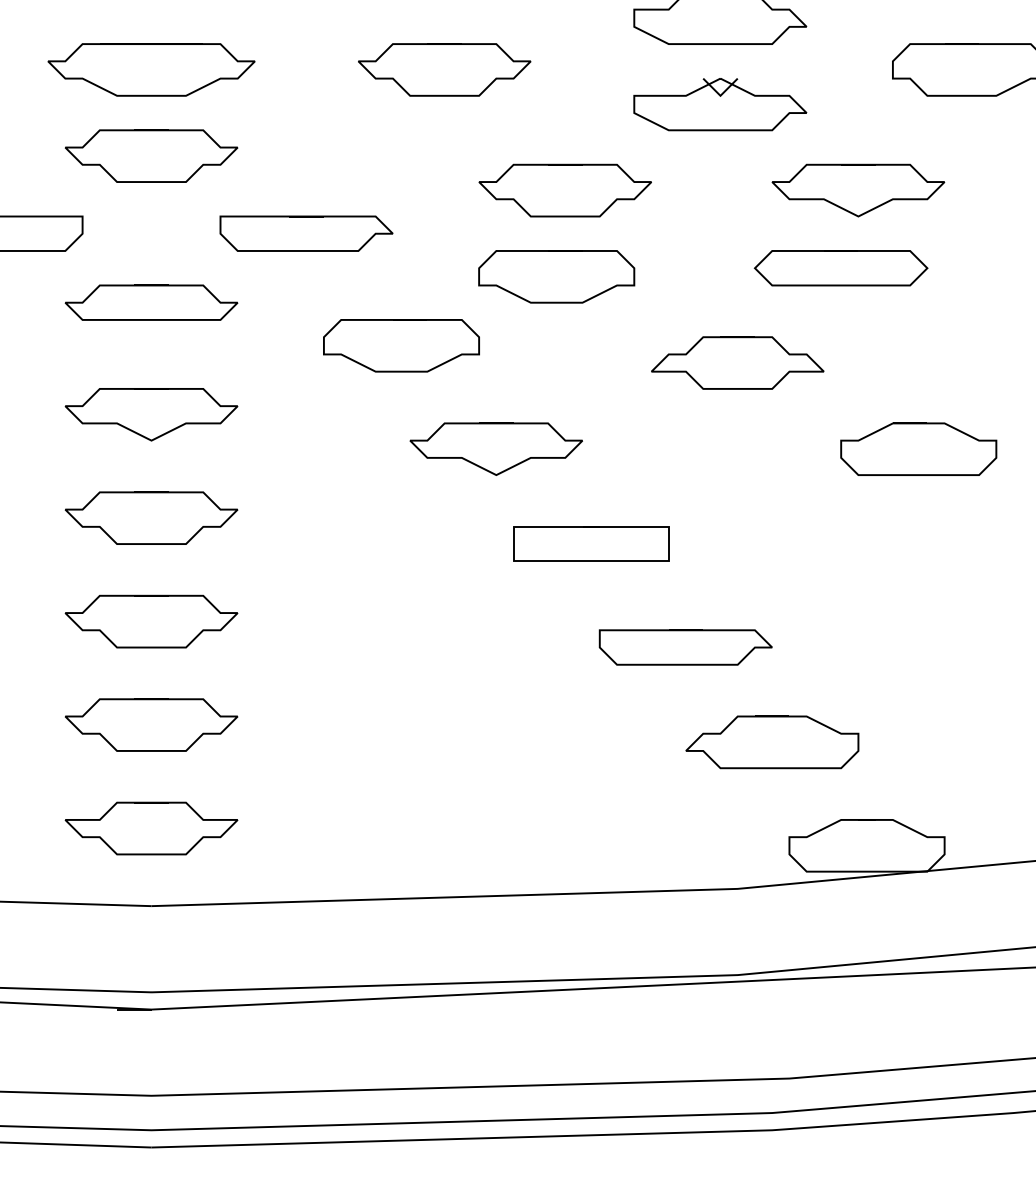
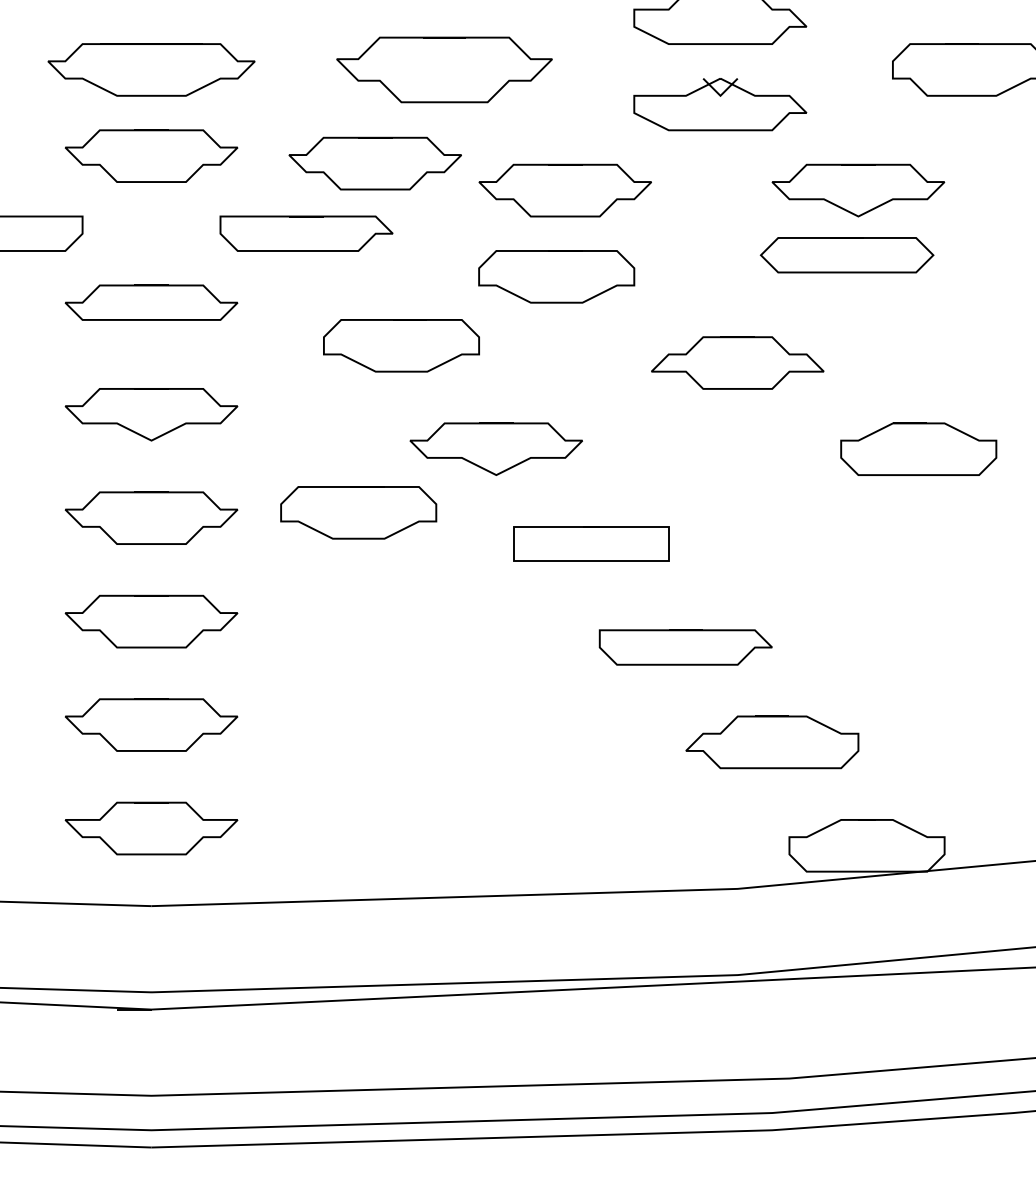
part at (444, 69) size: 174x54 px -> 217x68 px
part at (374, 163): none -> present
part at (840, 268) position: (840, 268) -> (846, 255)
part at (358, 512): none -> present
